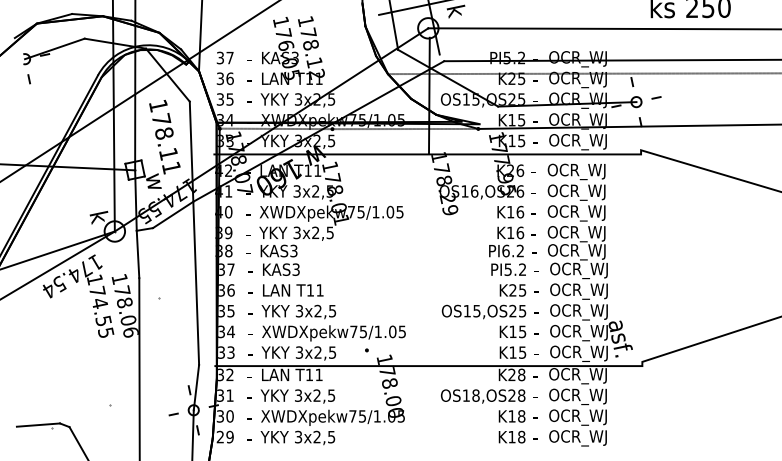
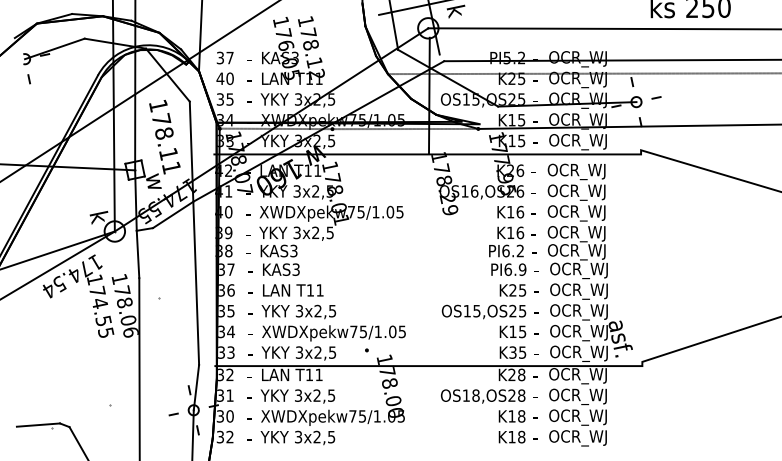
text at (224, 78): 36 -> 40
text at (515, 269): PI5.2 -> PI6.9
text at (512, 352): K15 -> K35
text at (224, 437): 29 -> 32
